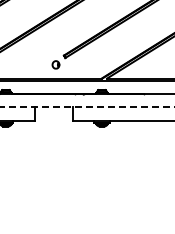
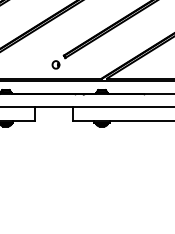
line at (86, 106): dashed -> solid
